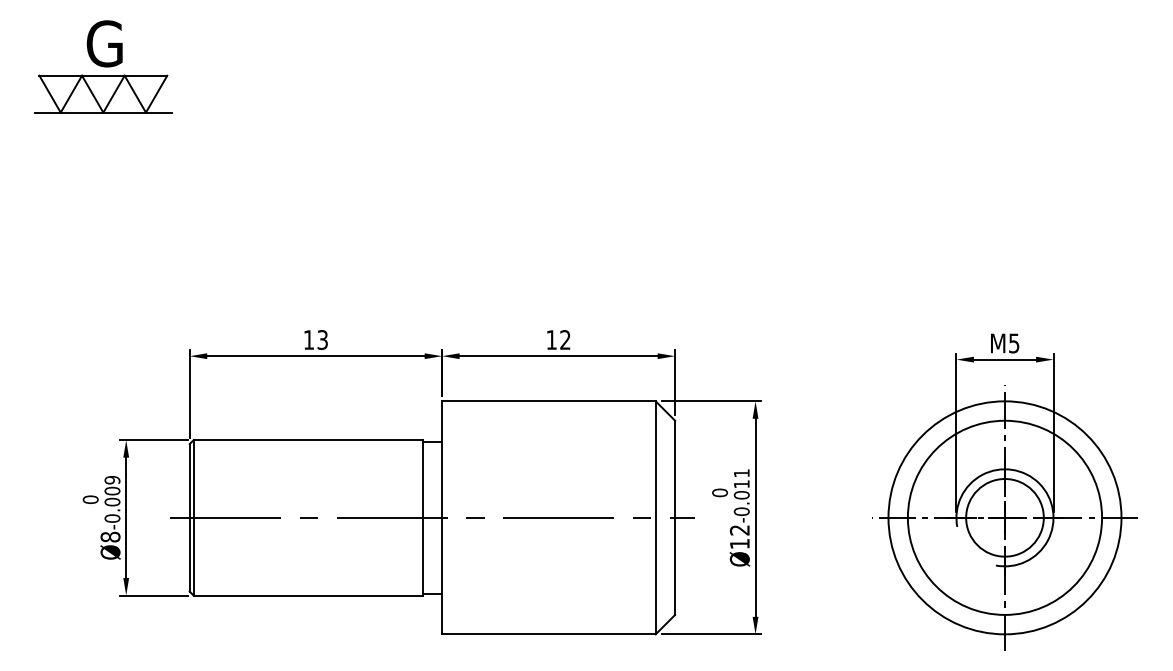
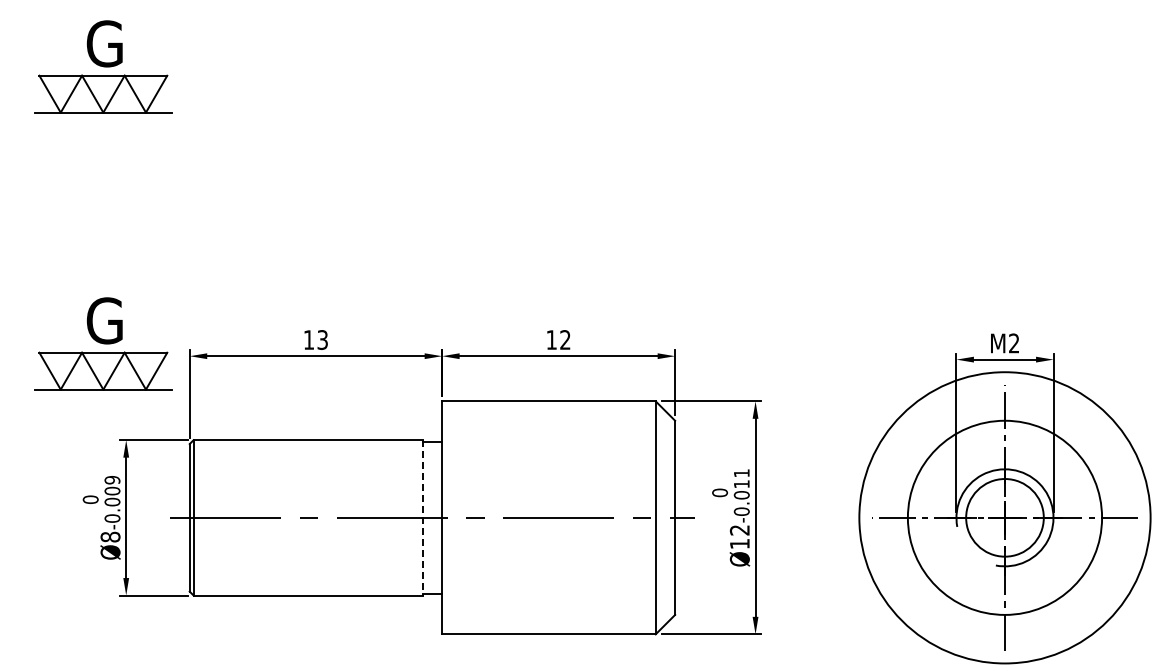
part at (103, 343): none -> present
text at (1014, 343): M5 -> M2
line at (422, 517): solid -> dashed
circle at (1004, 517) diameter: 233 px -> 291 px
